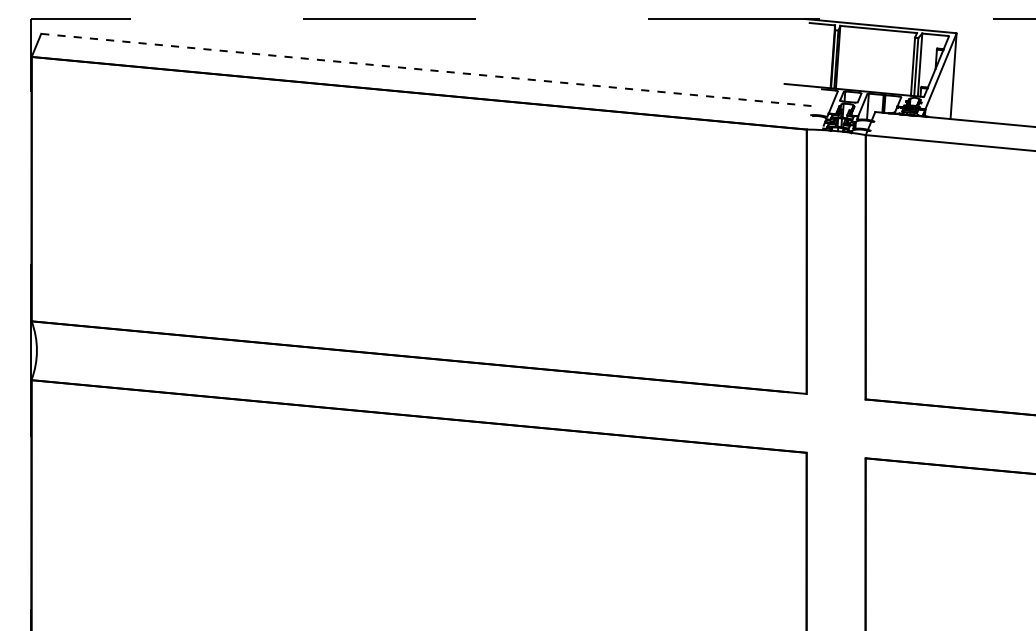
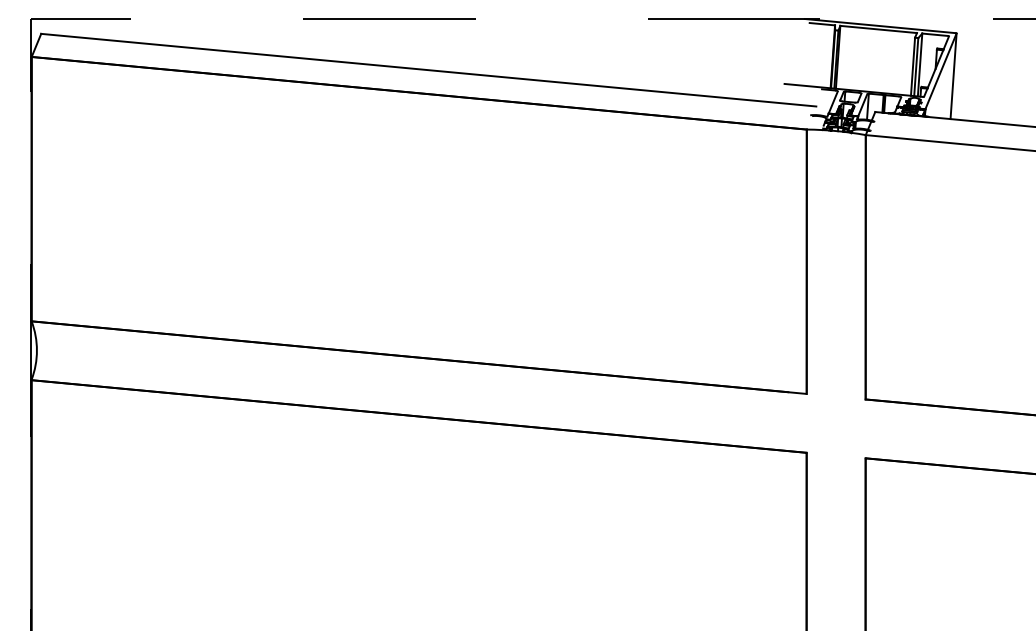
line at (429, 70): dashed -> solid
